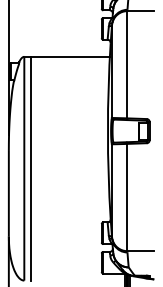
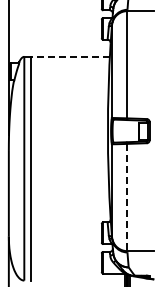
line at (70, 56): solid -> dashed
line at (127, 197): solid -> dashed
